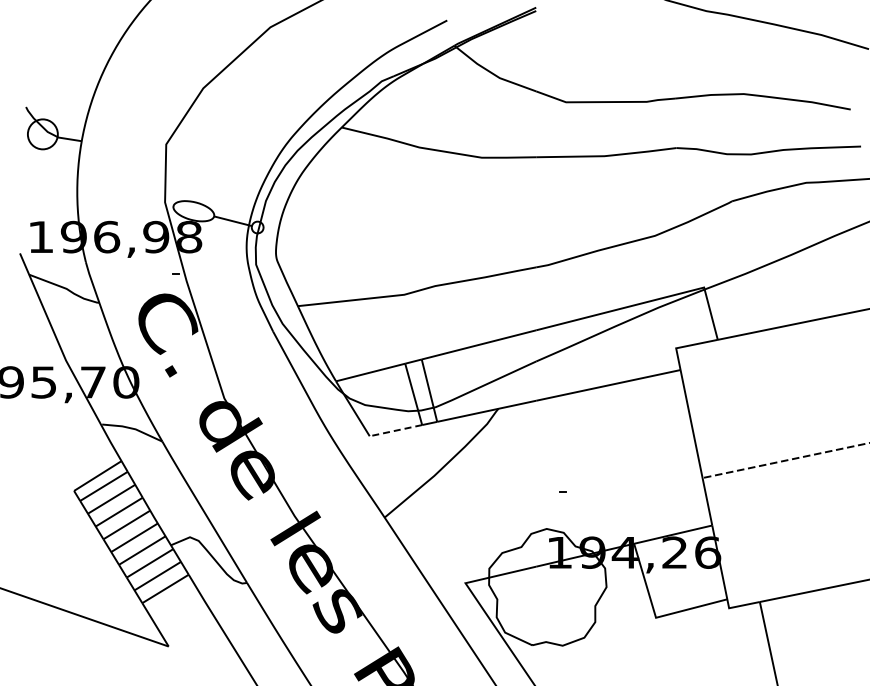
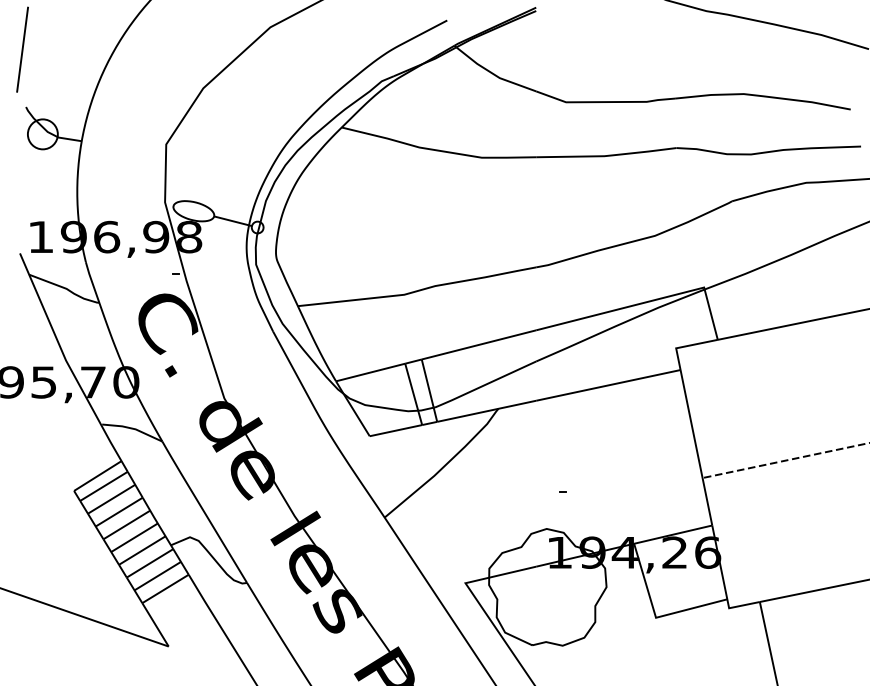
line at (22, 49): none -> present
line at (395, 430): dashed -> solid
